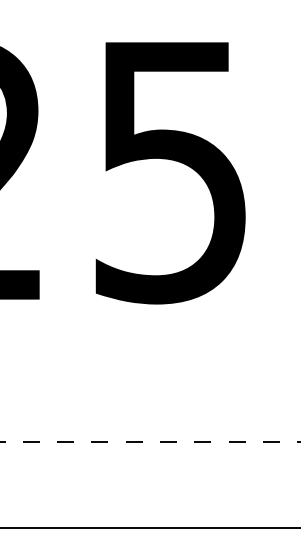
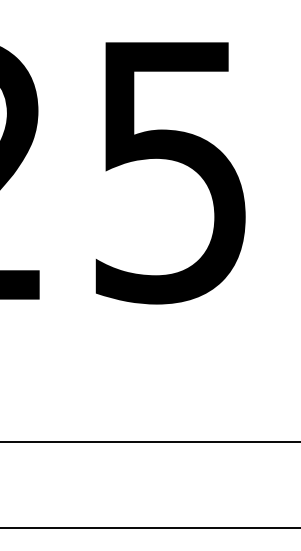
line at (150, 442): dashed -> solid
